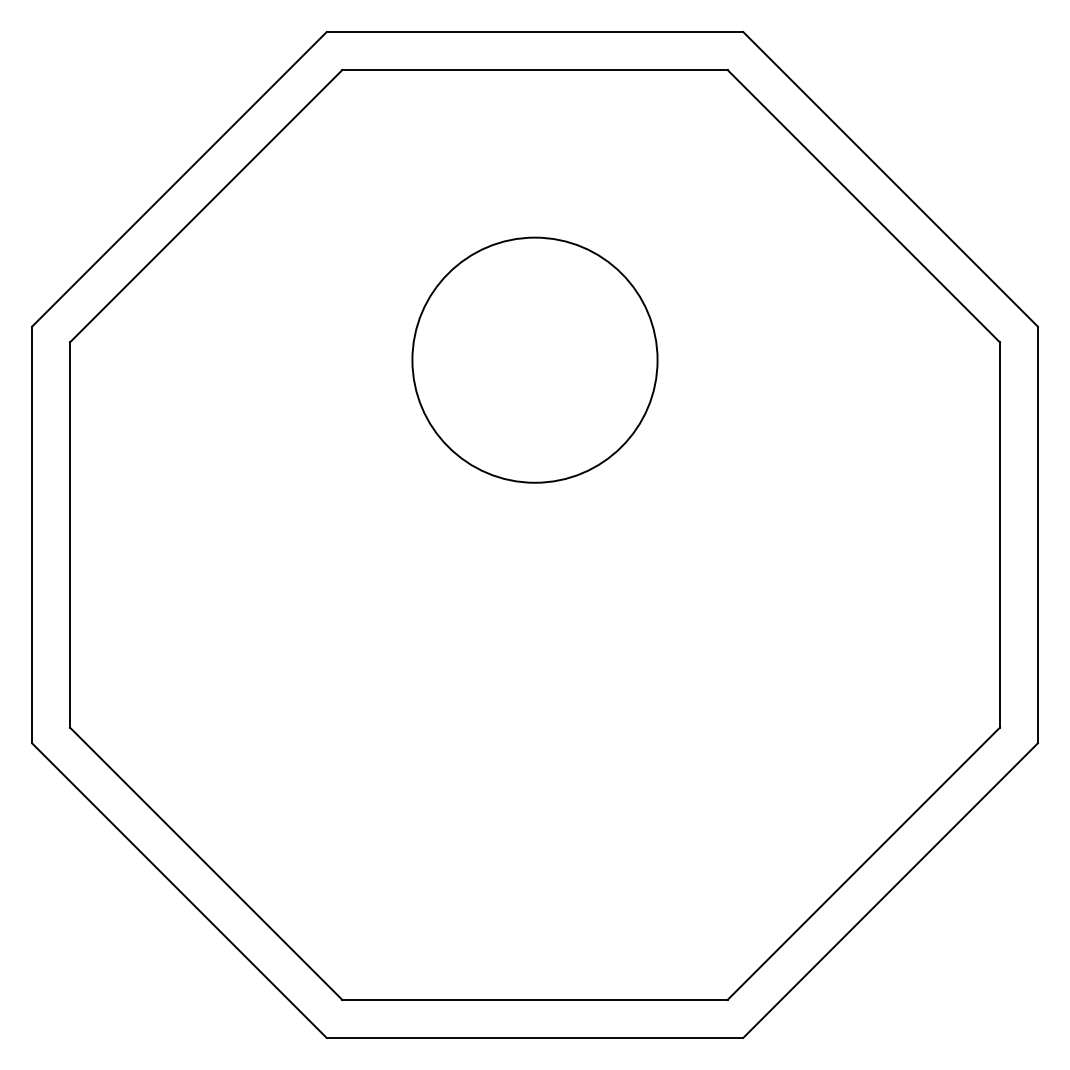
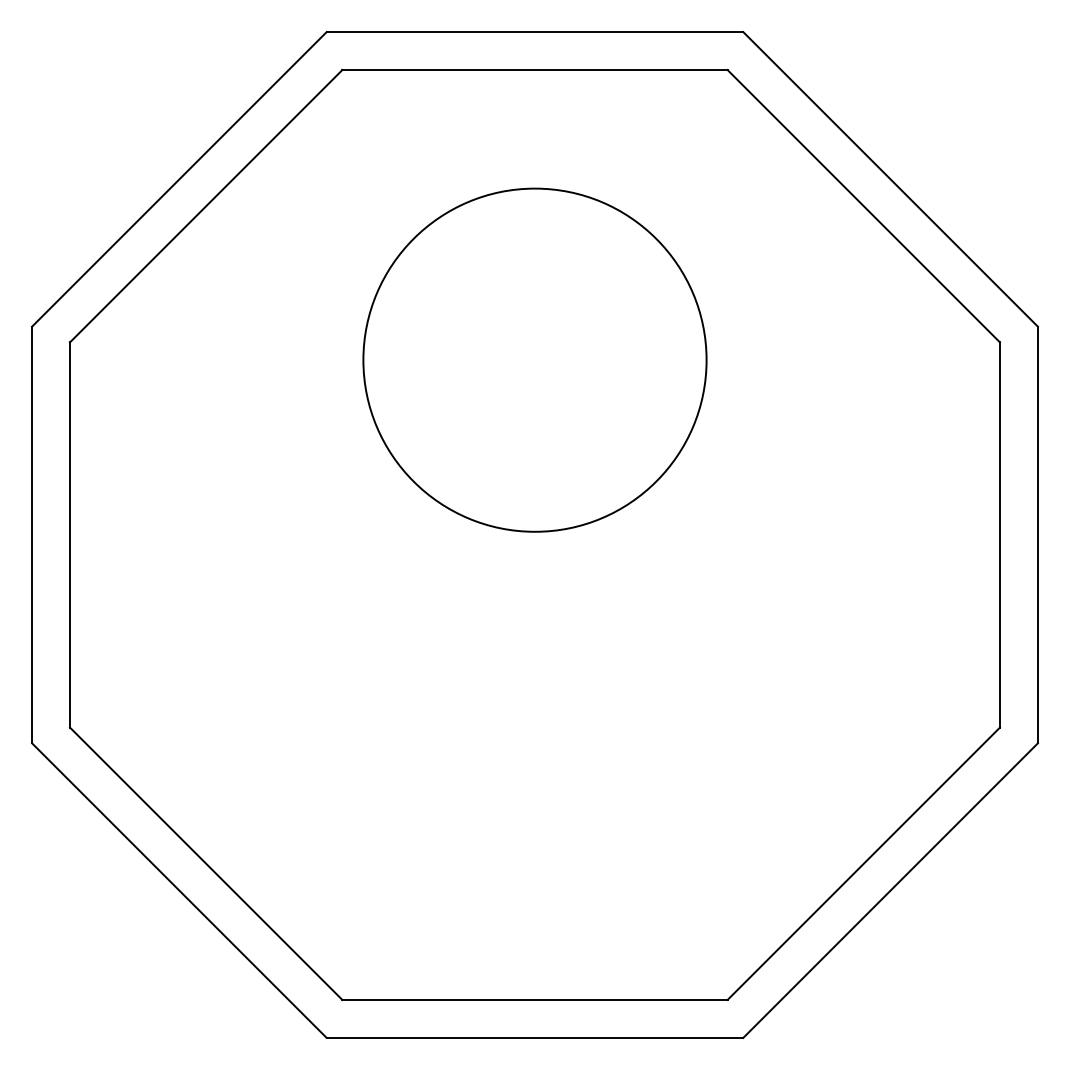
circle at (534, 359) diameter: 245 px -> 343 px
